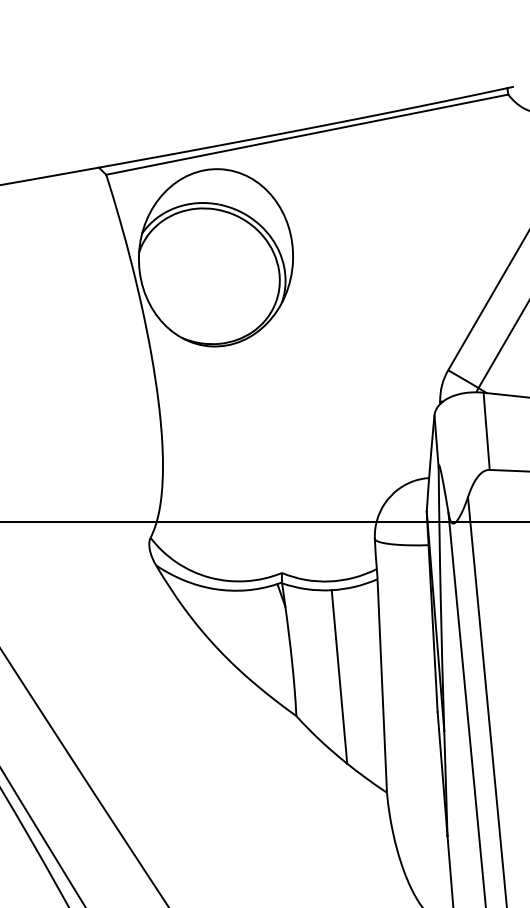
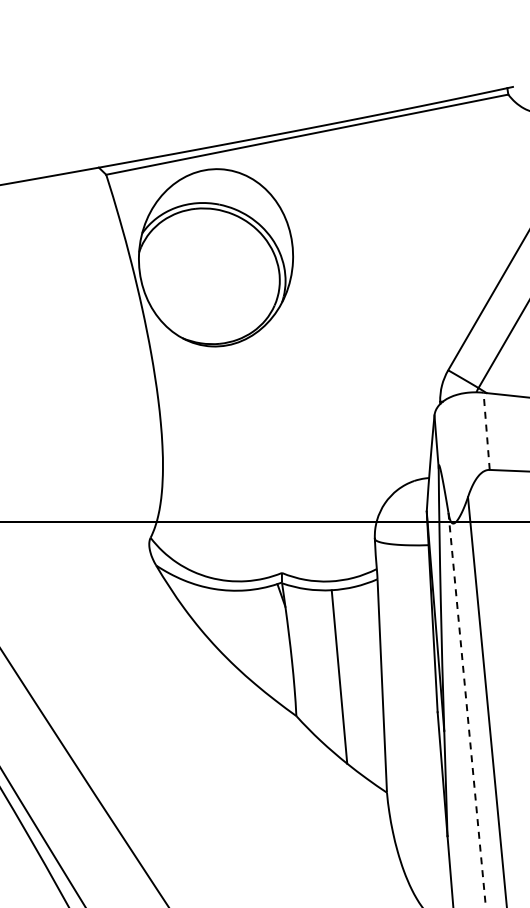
line at (486, 431): solid -> dashed
line at (467, 710): solid -> dashed
